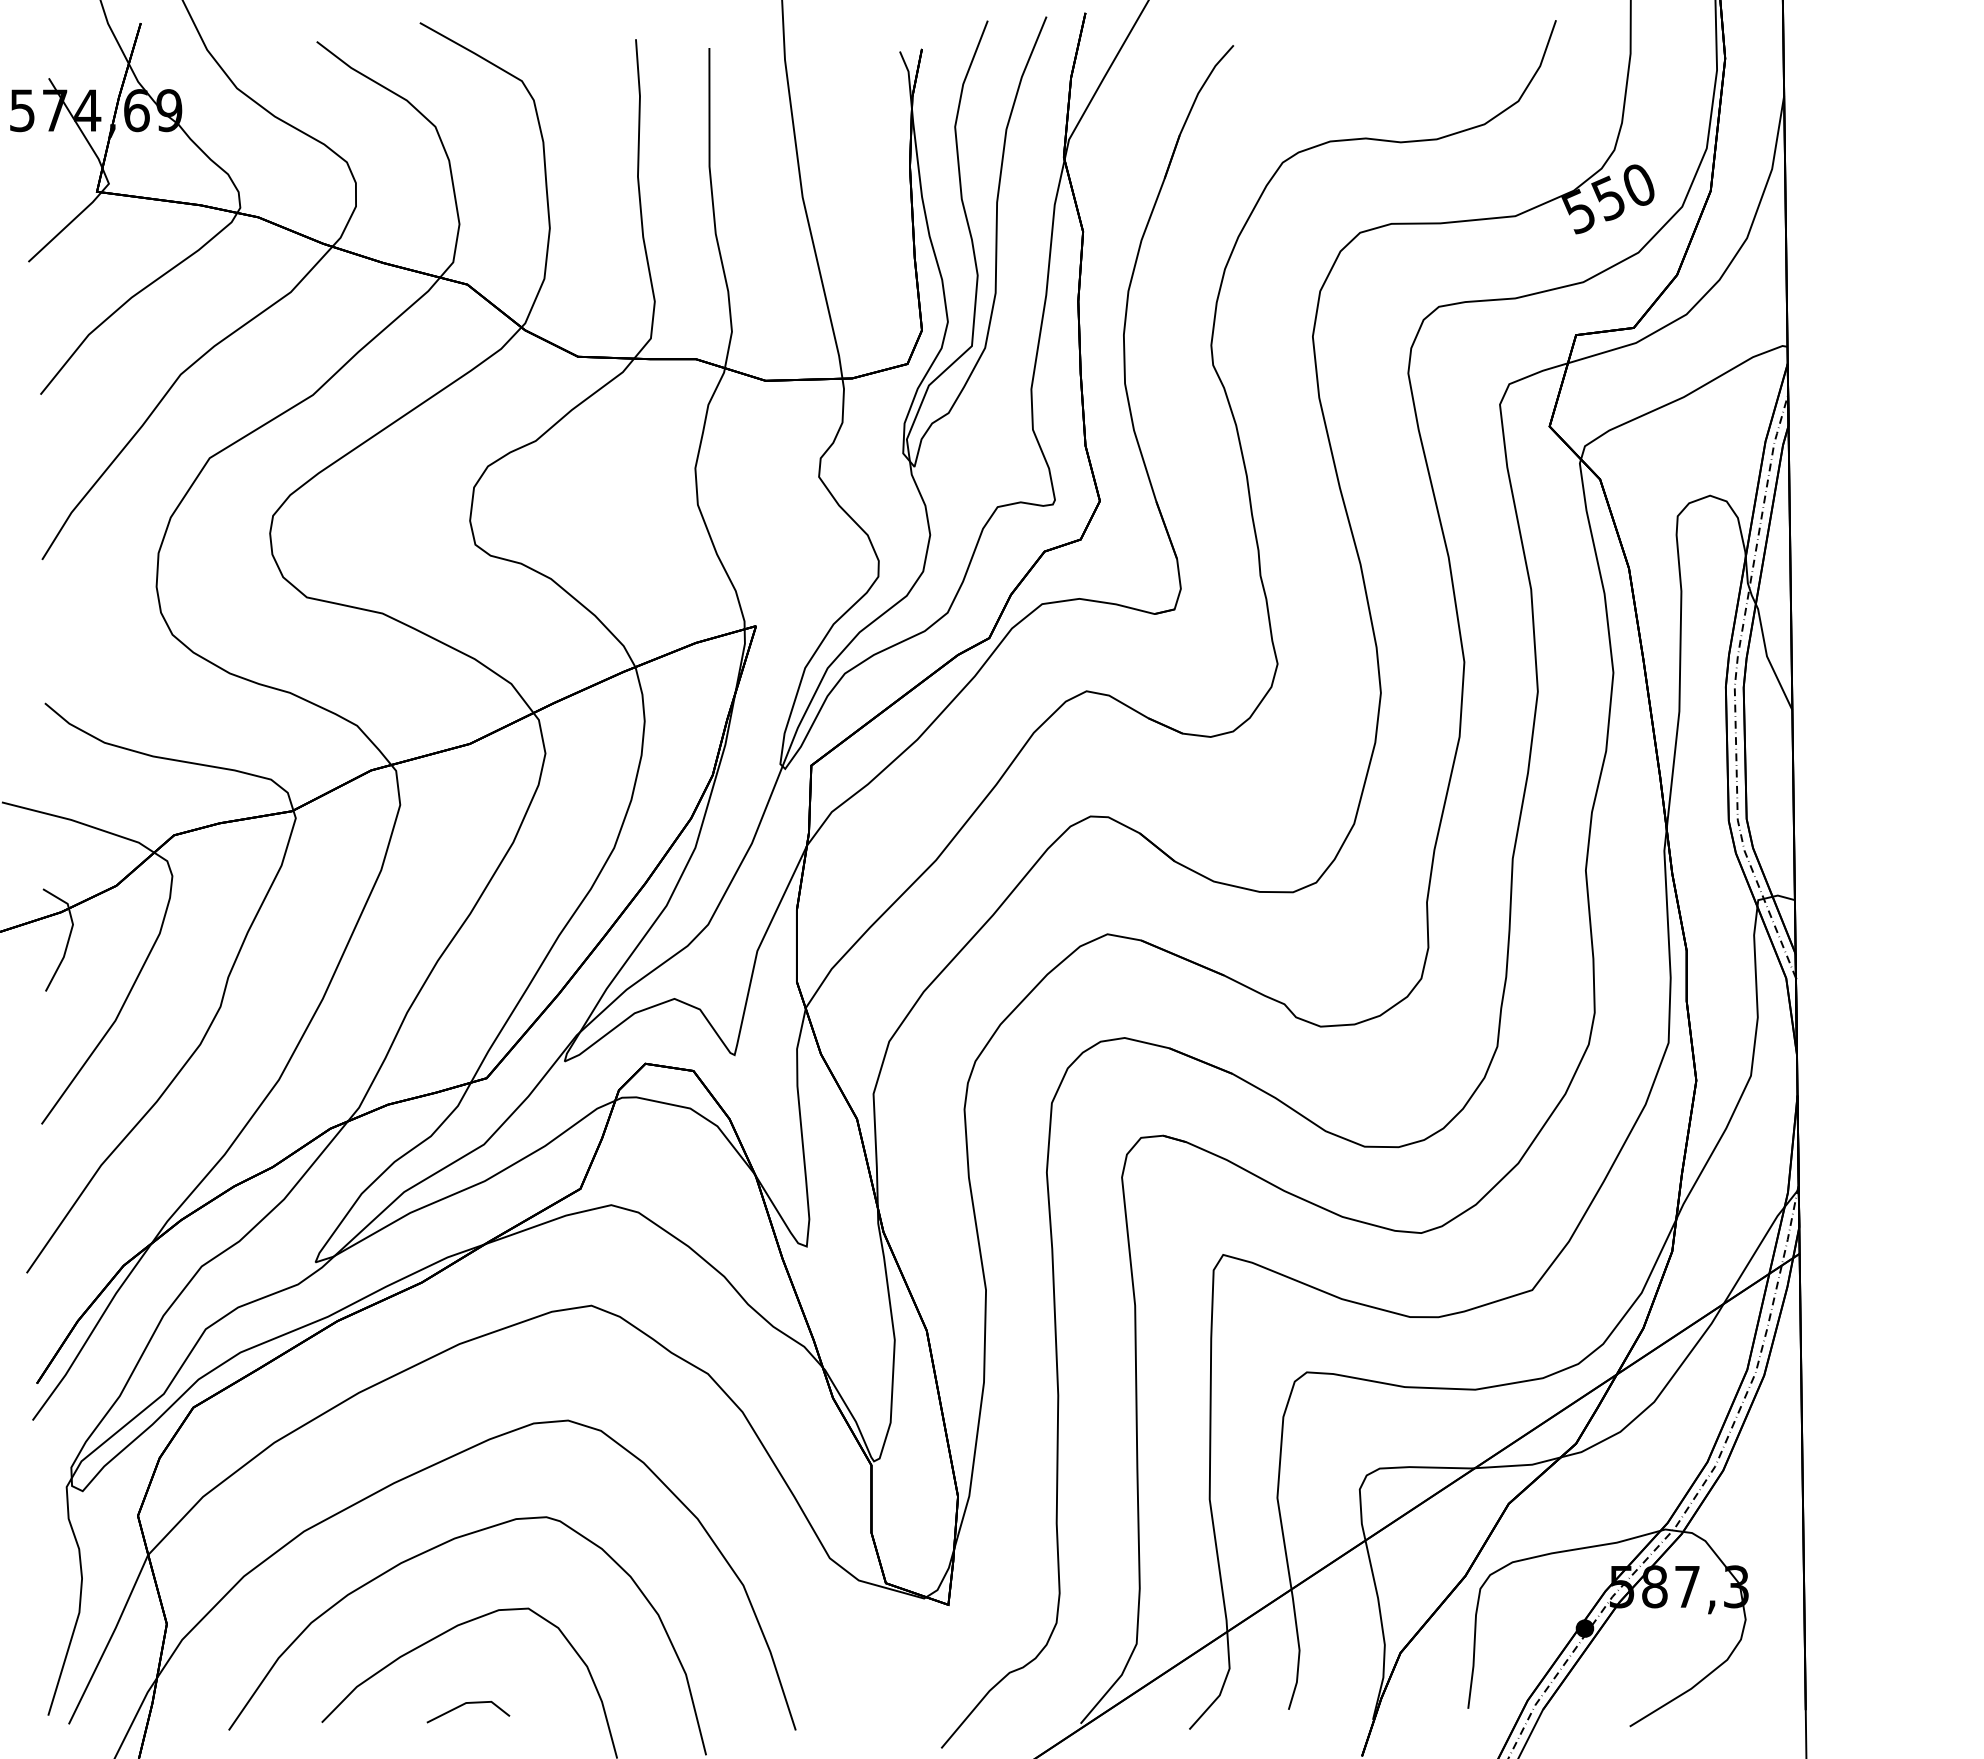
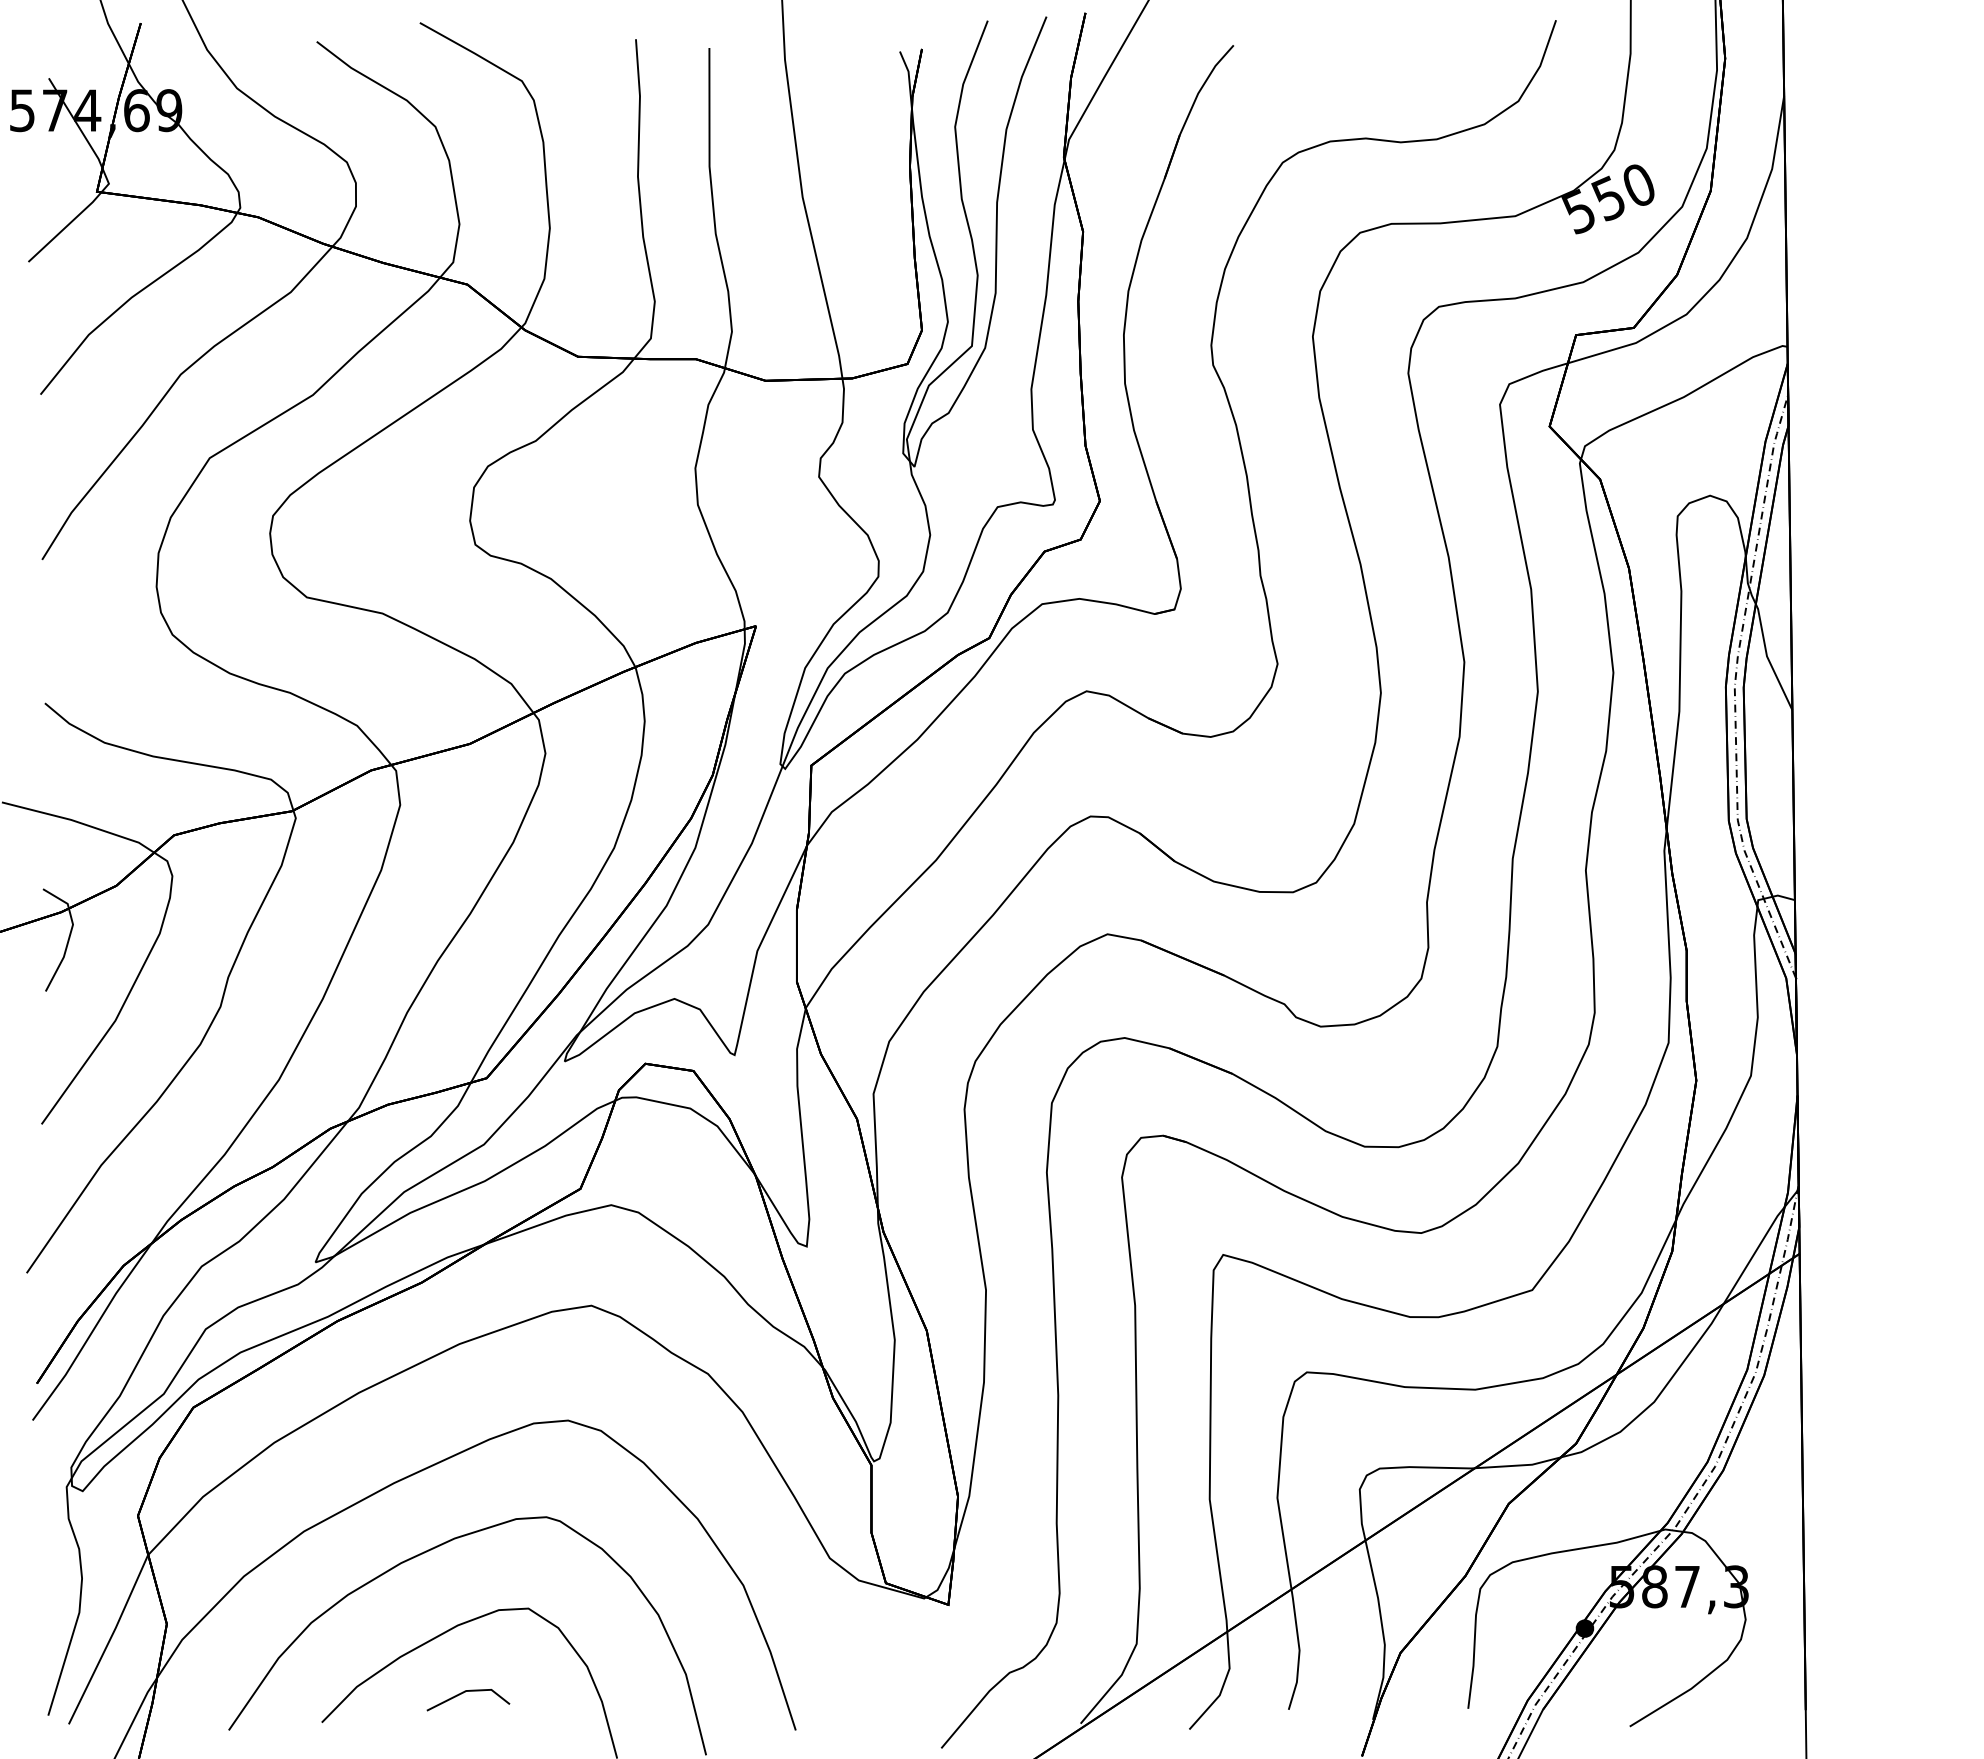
line at (465, 1704) position: (465, 1704) -> (465, 1692)
